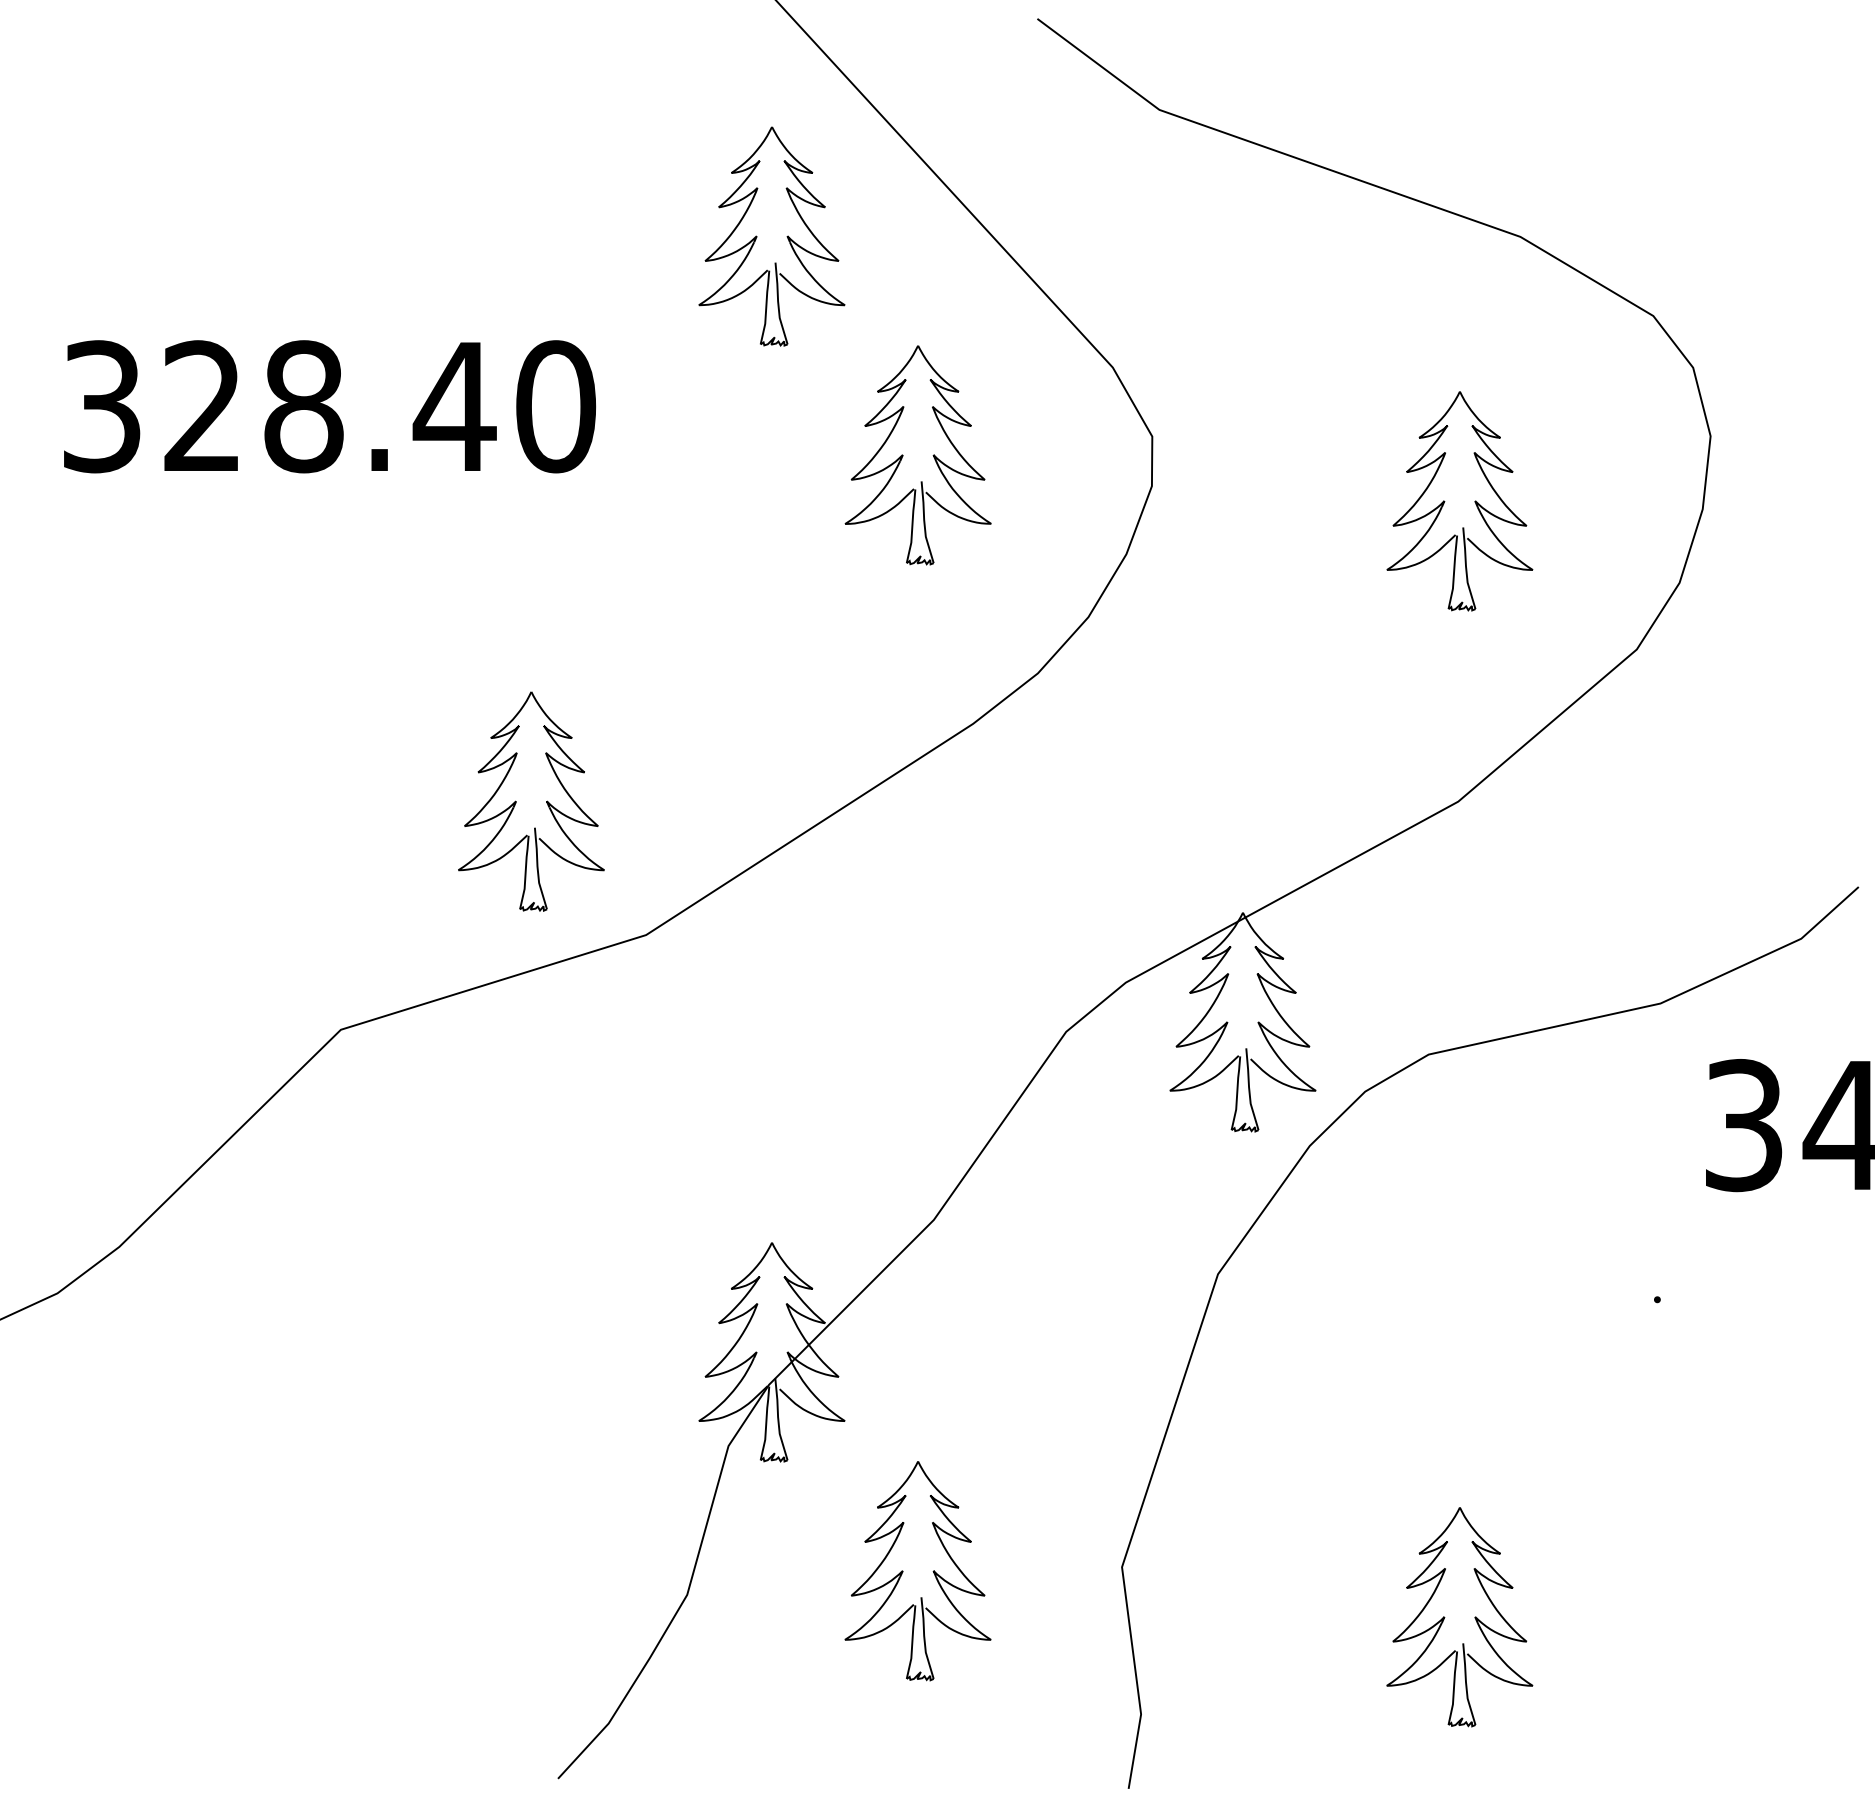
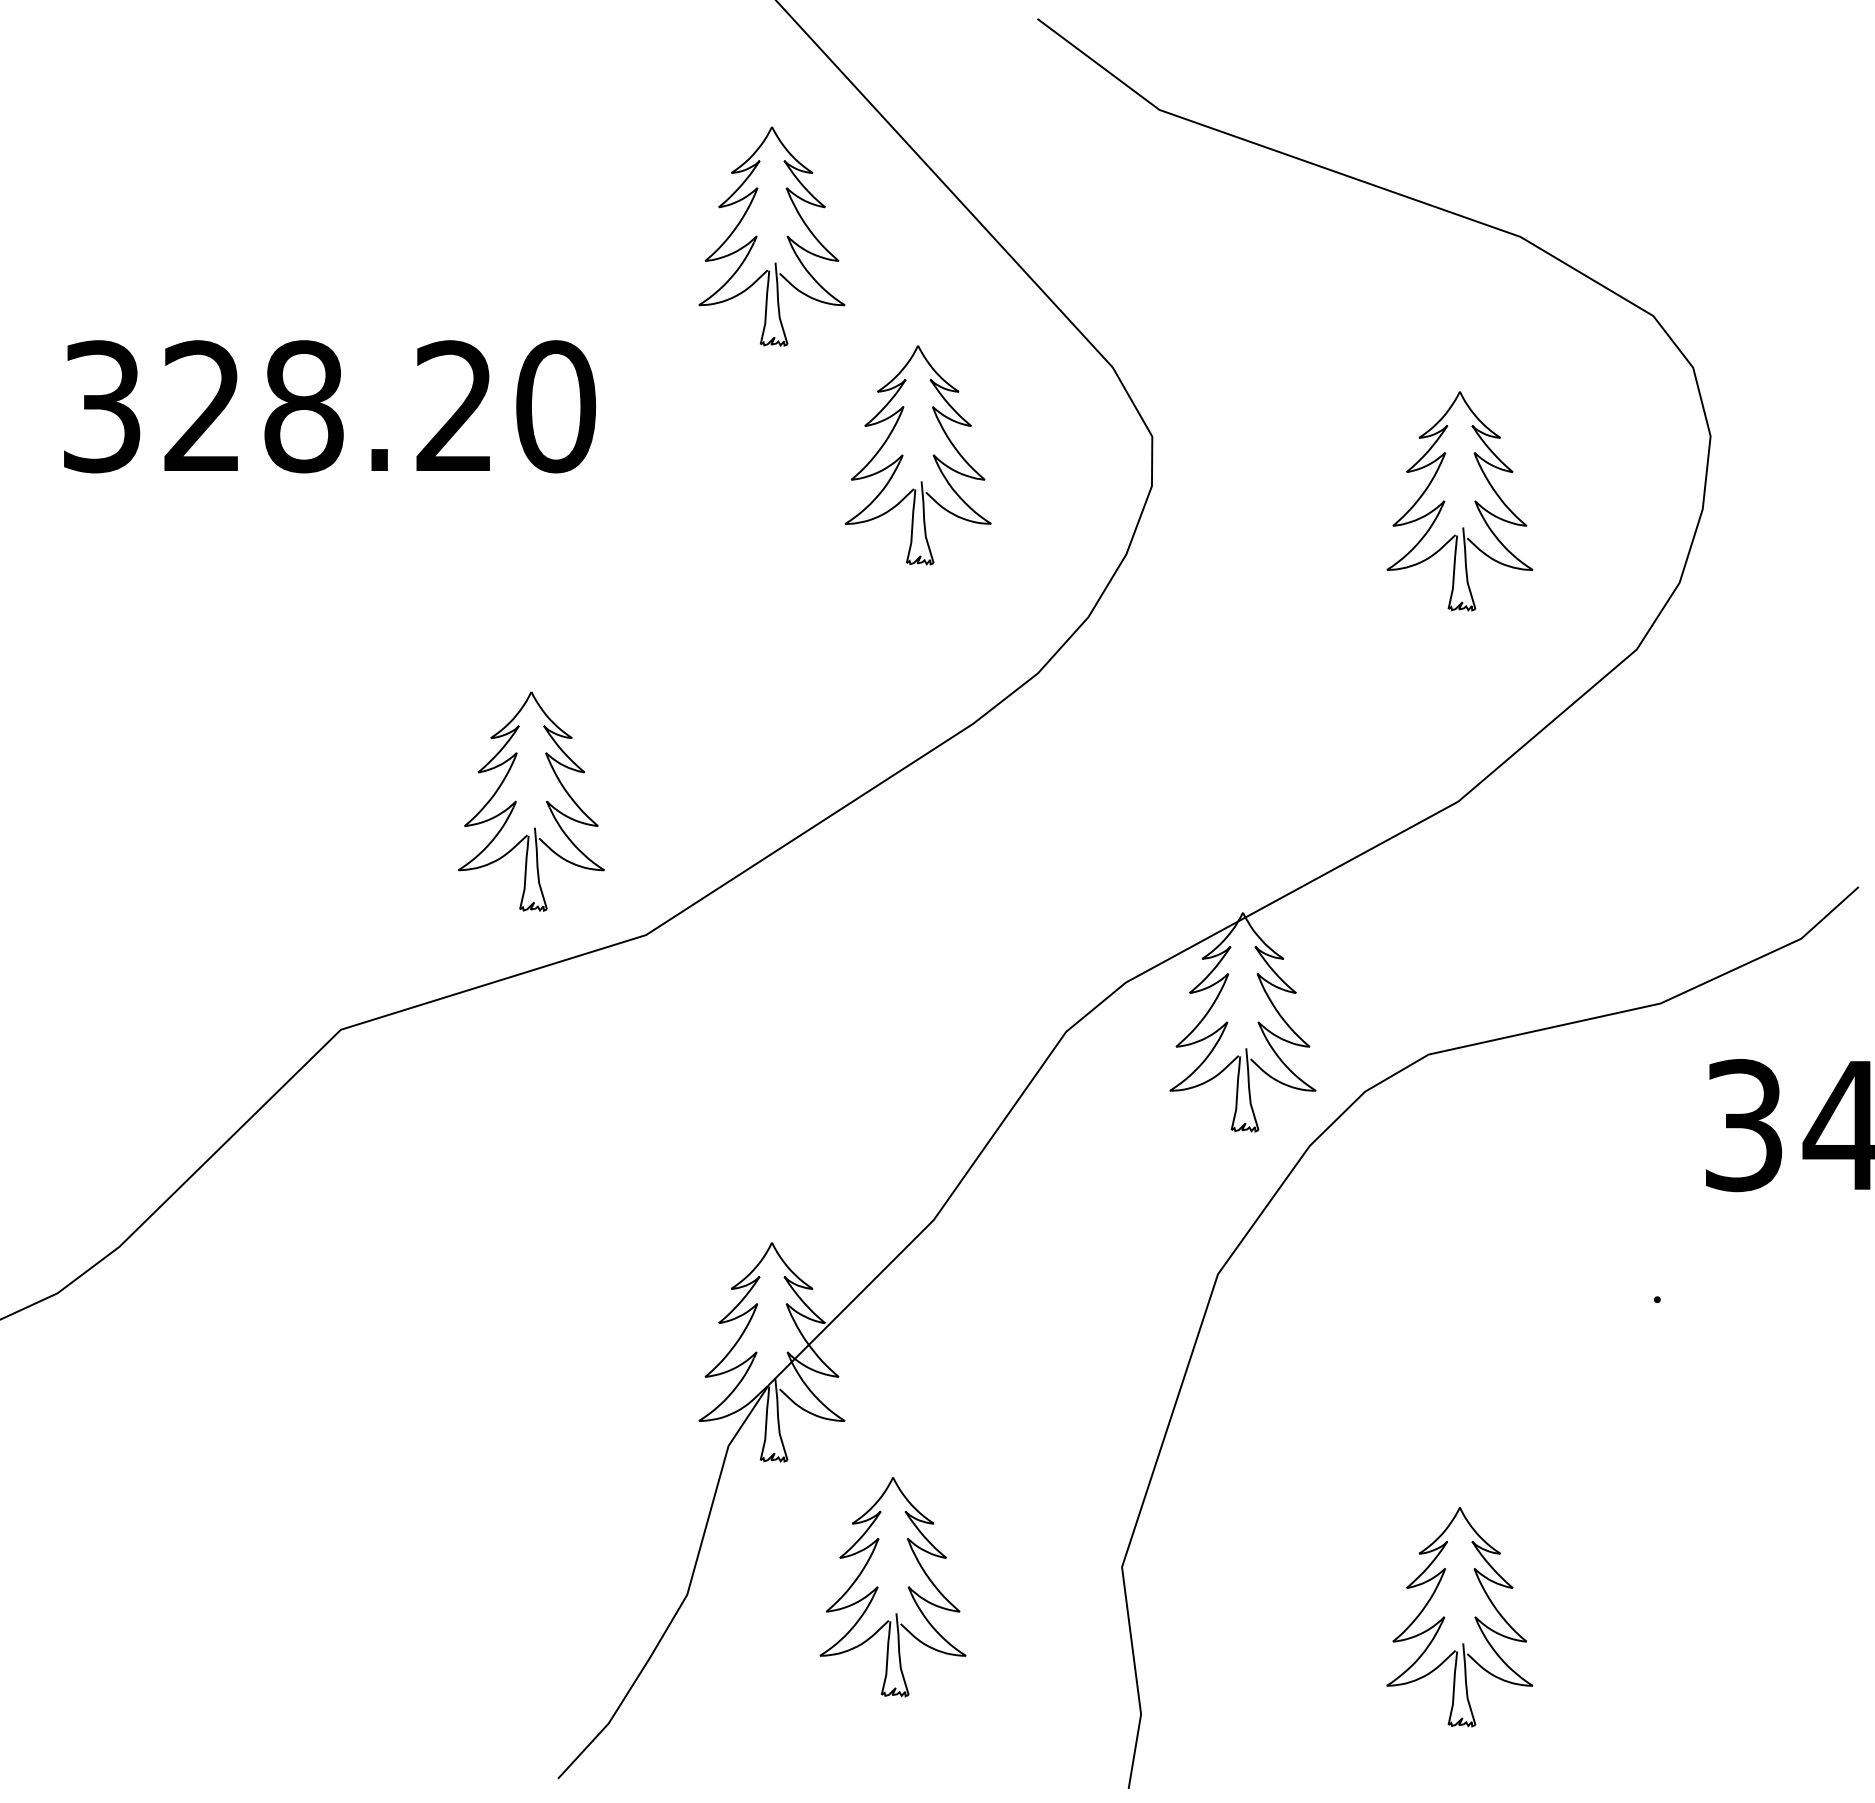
text at (454, 405): 328.40 -> 328.20
part at (903, 1571) position: (903, 1571) -> (878, 1587)
